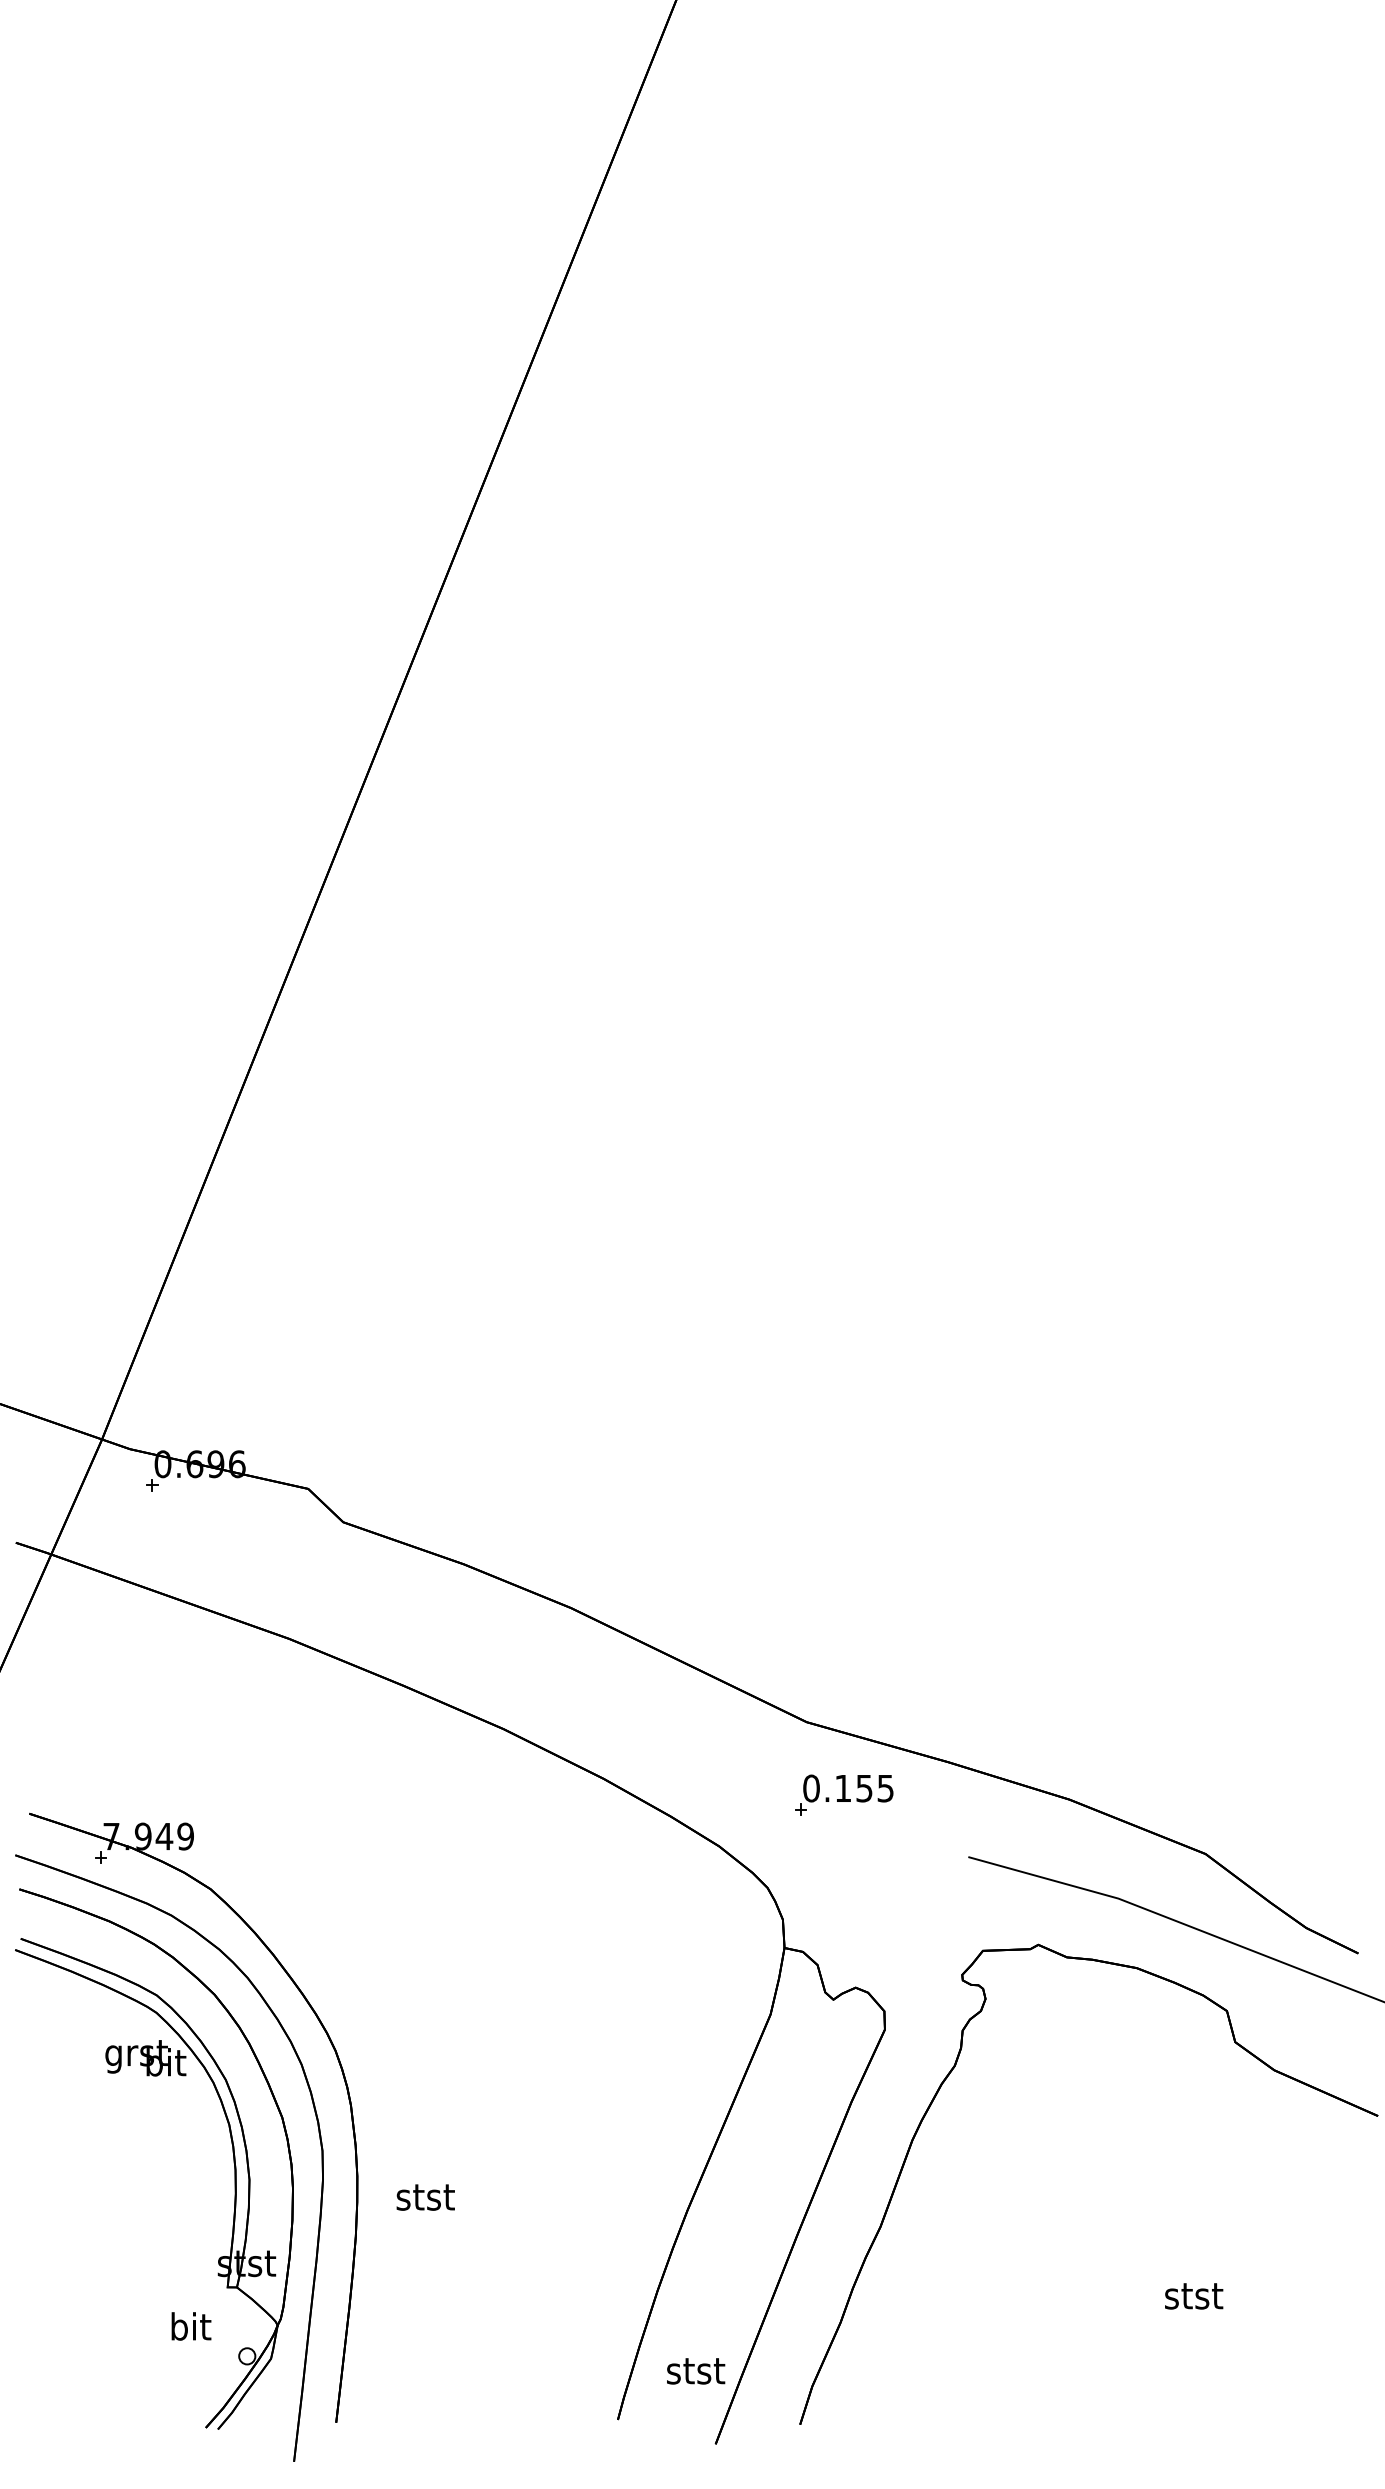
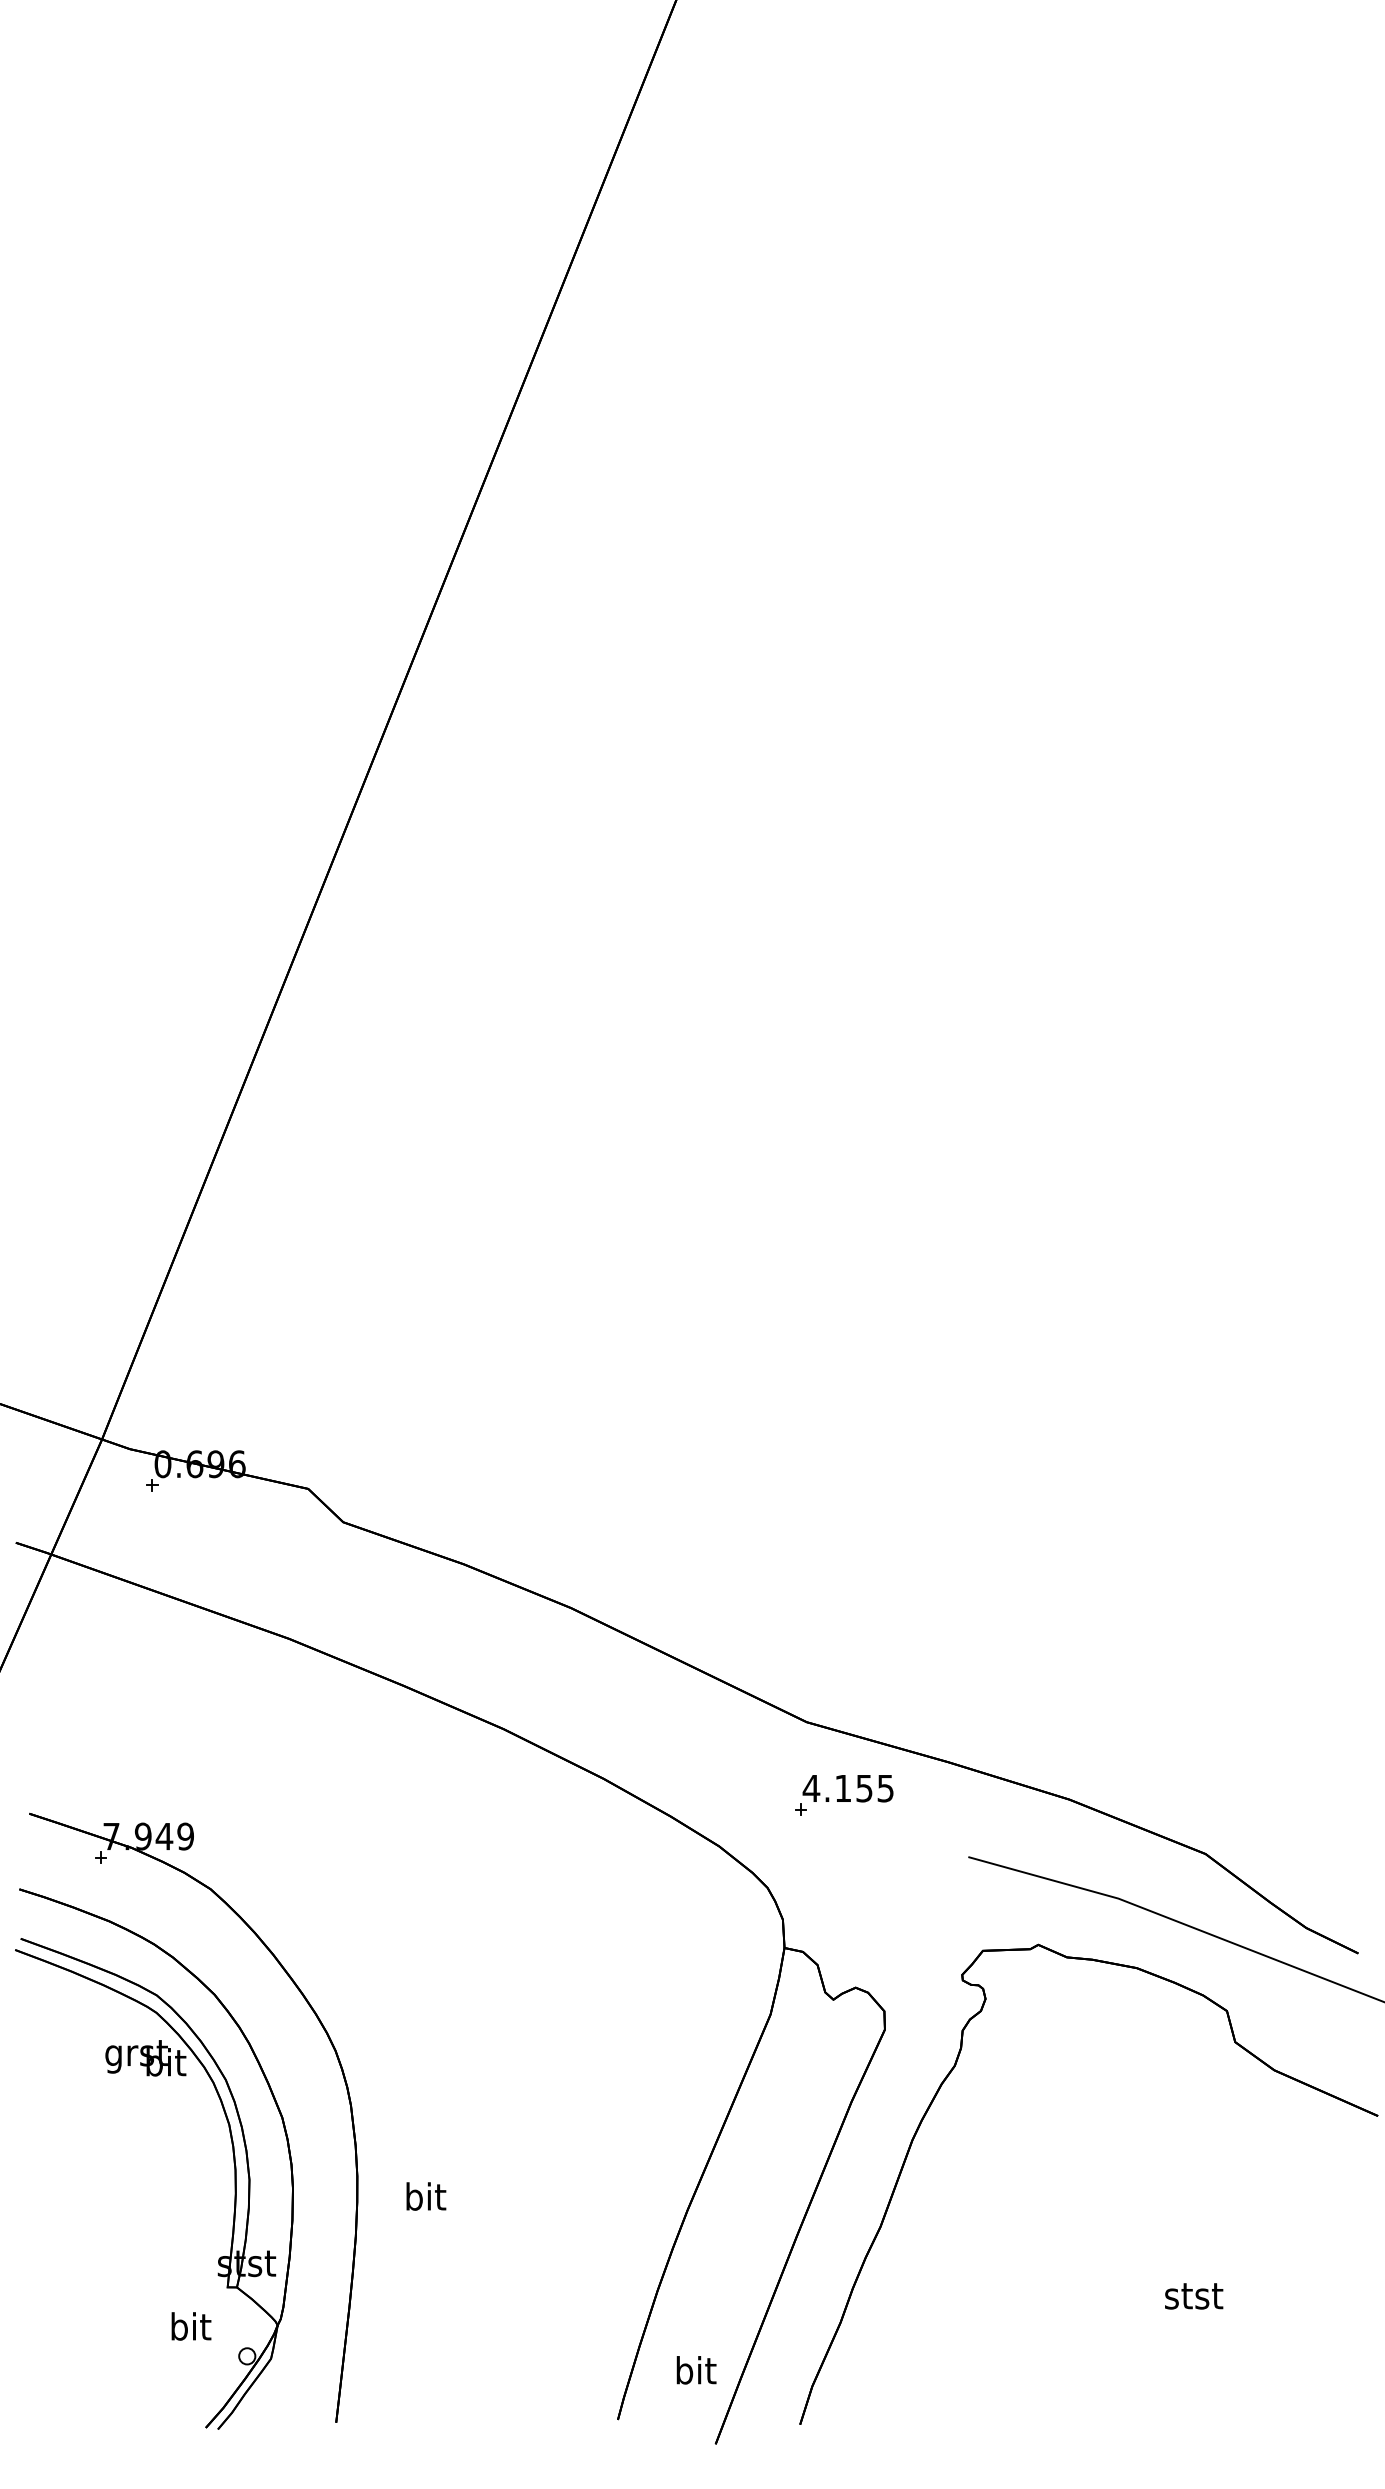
text at (811, 1788): 0.155 -> 4.155
part at (318, 2133): present -> none
text at (425, 2196): stst -> bit
text at (696, 2370): stst -> bit
